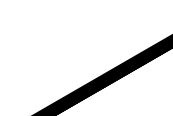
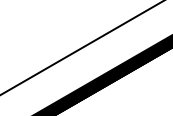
line at (81, 47): none -> present
